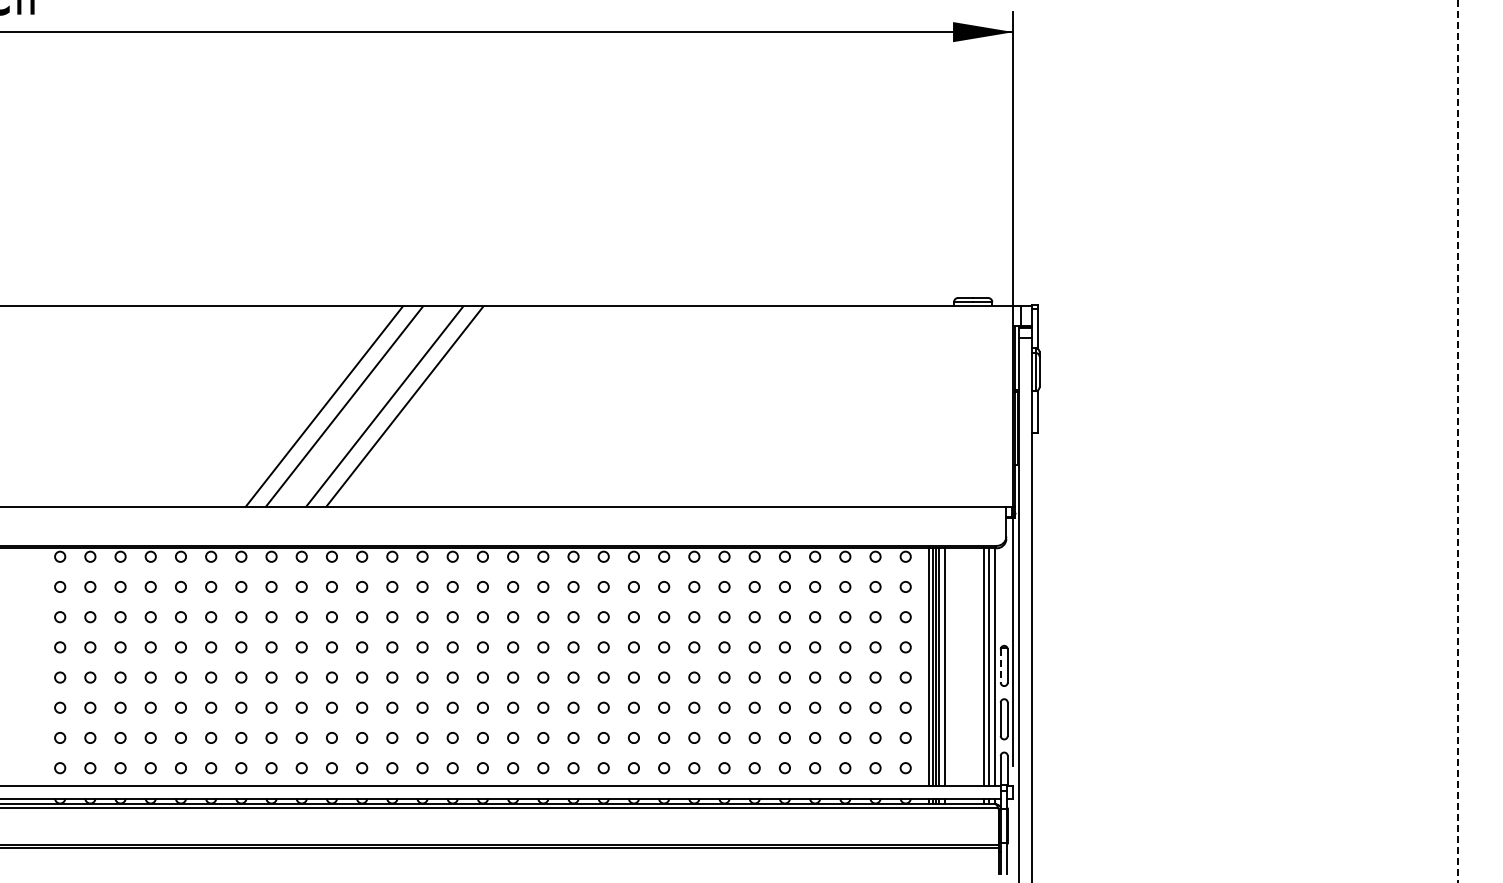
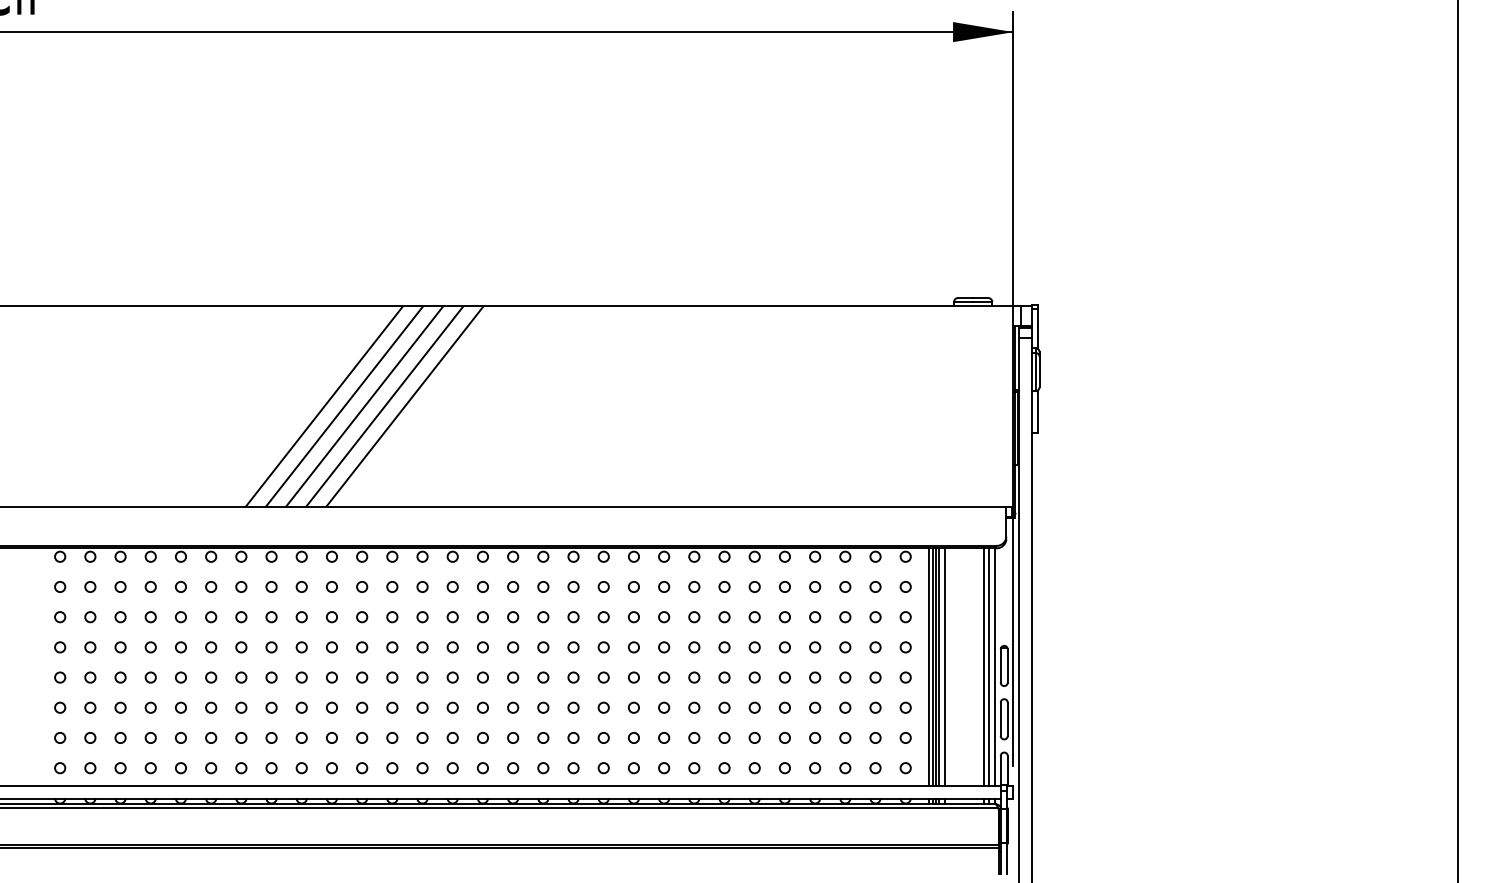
line at (364, 406): none -> present
line at (1457, 440): dashed -> solid
line at (1000, 665): dashed -> solid
